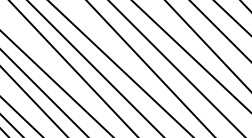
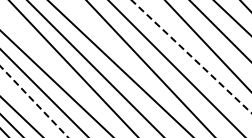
line at (191, 56): solid -> dashed
line at (34, 101): solid -> dashed
